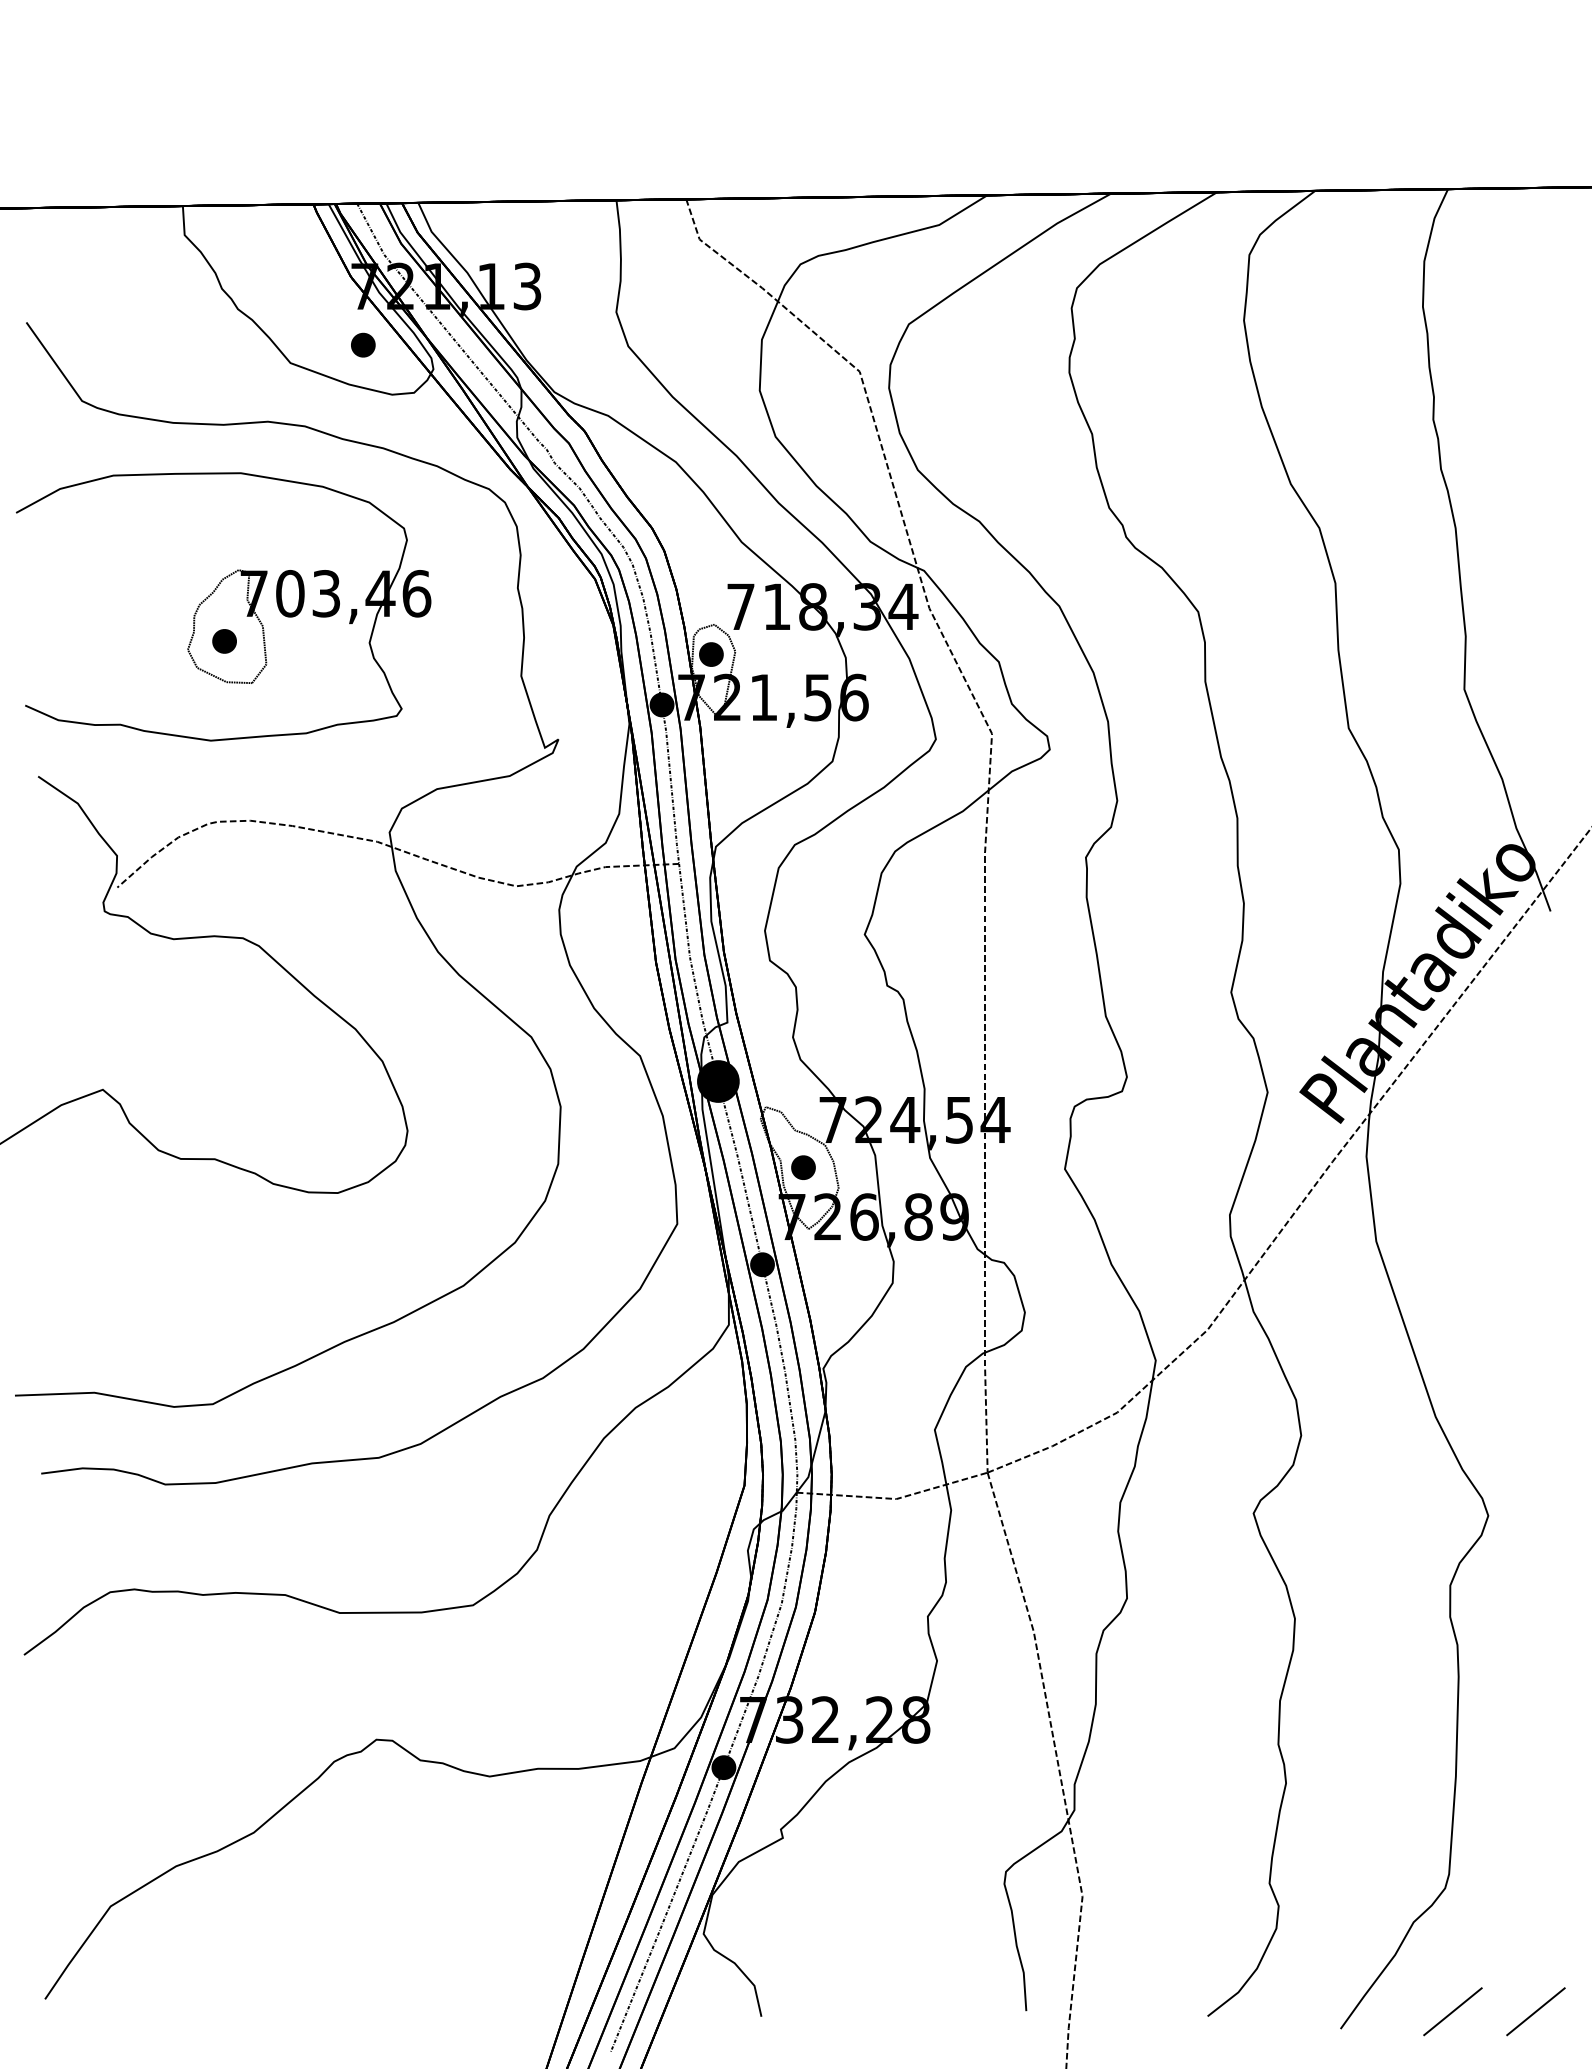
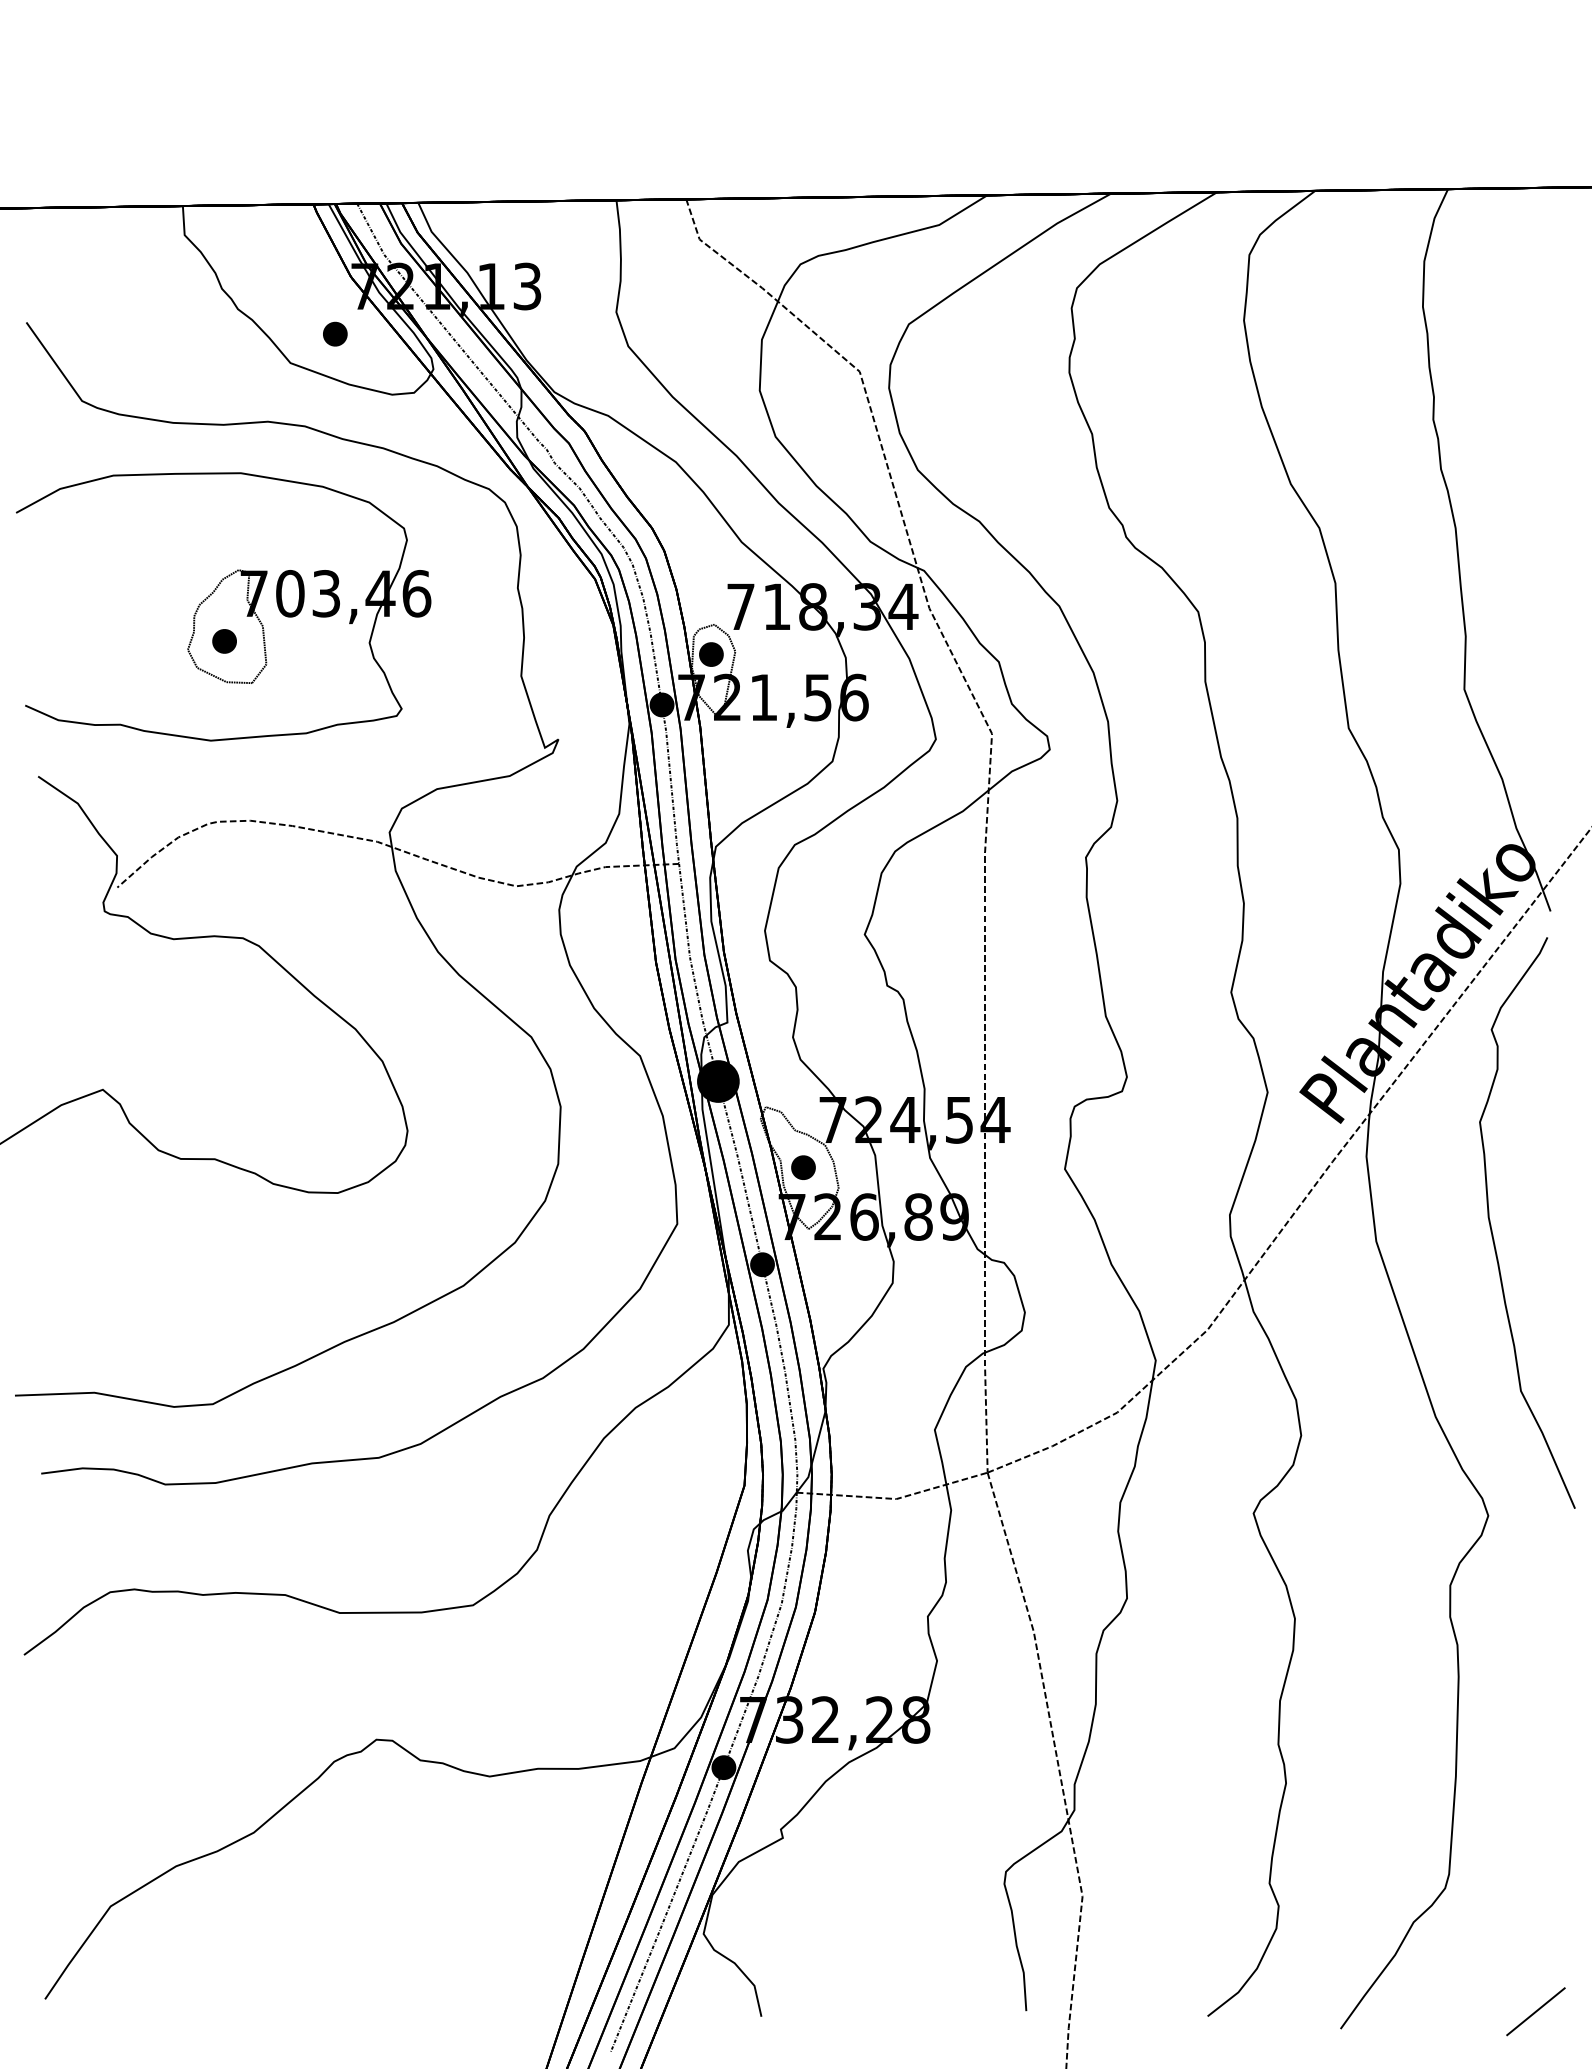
part at (363, 344) position: (363, 344) -> (335, 333)
curve at (1492, 1229): none -> present
line at (1452, 2011): present -> none
